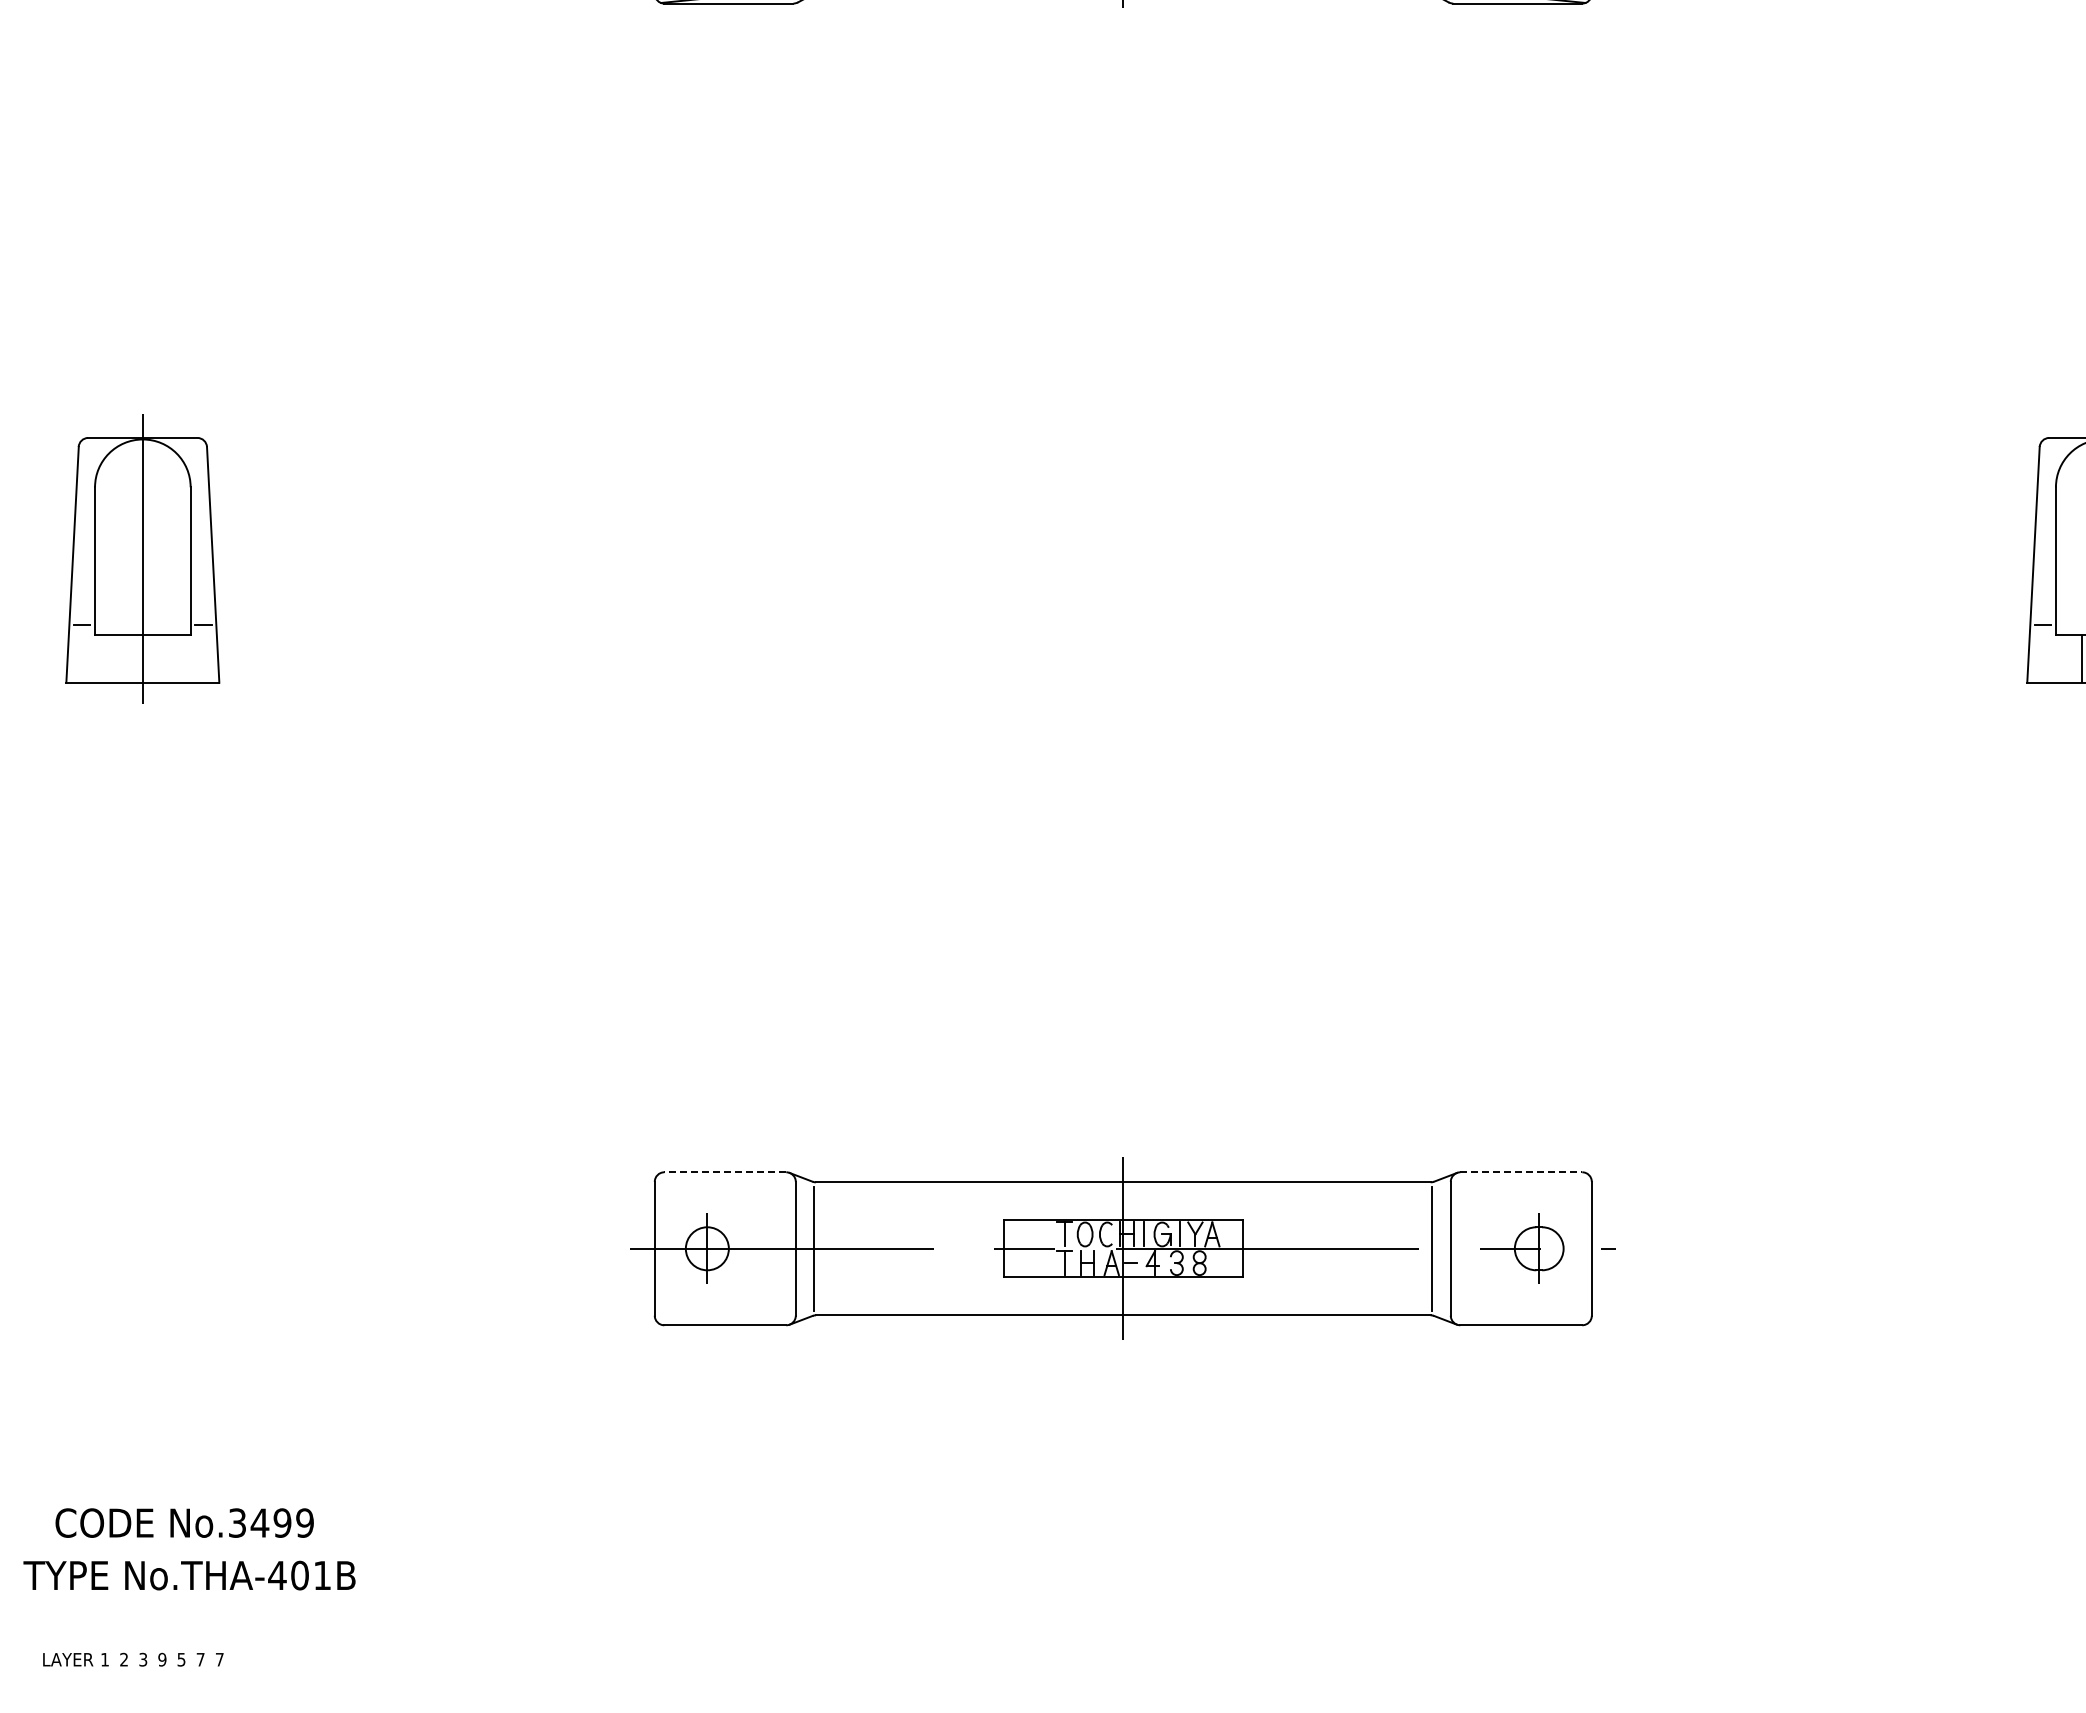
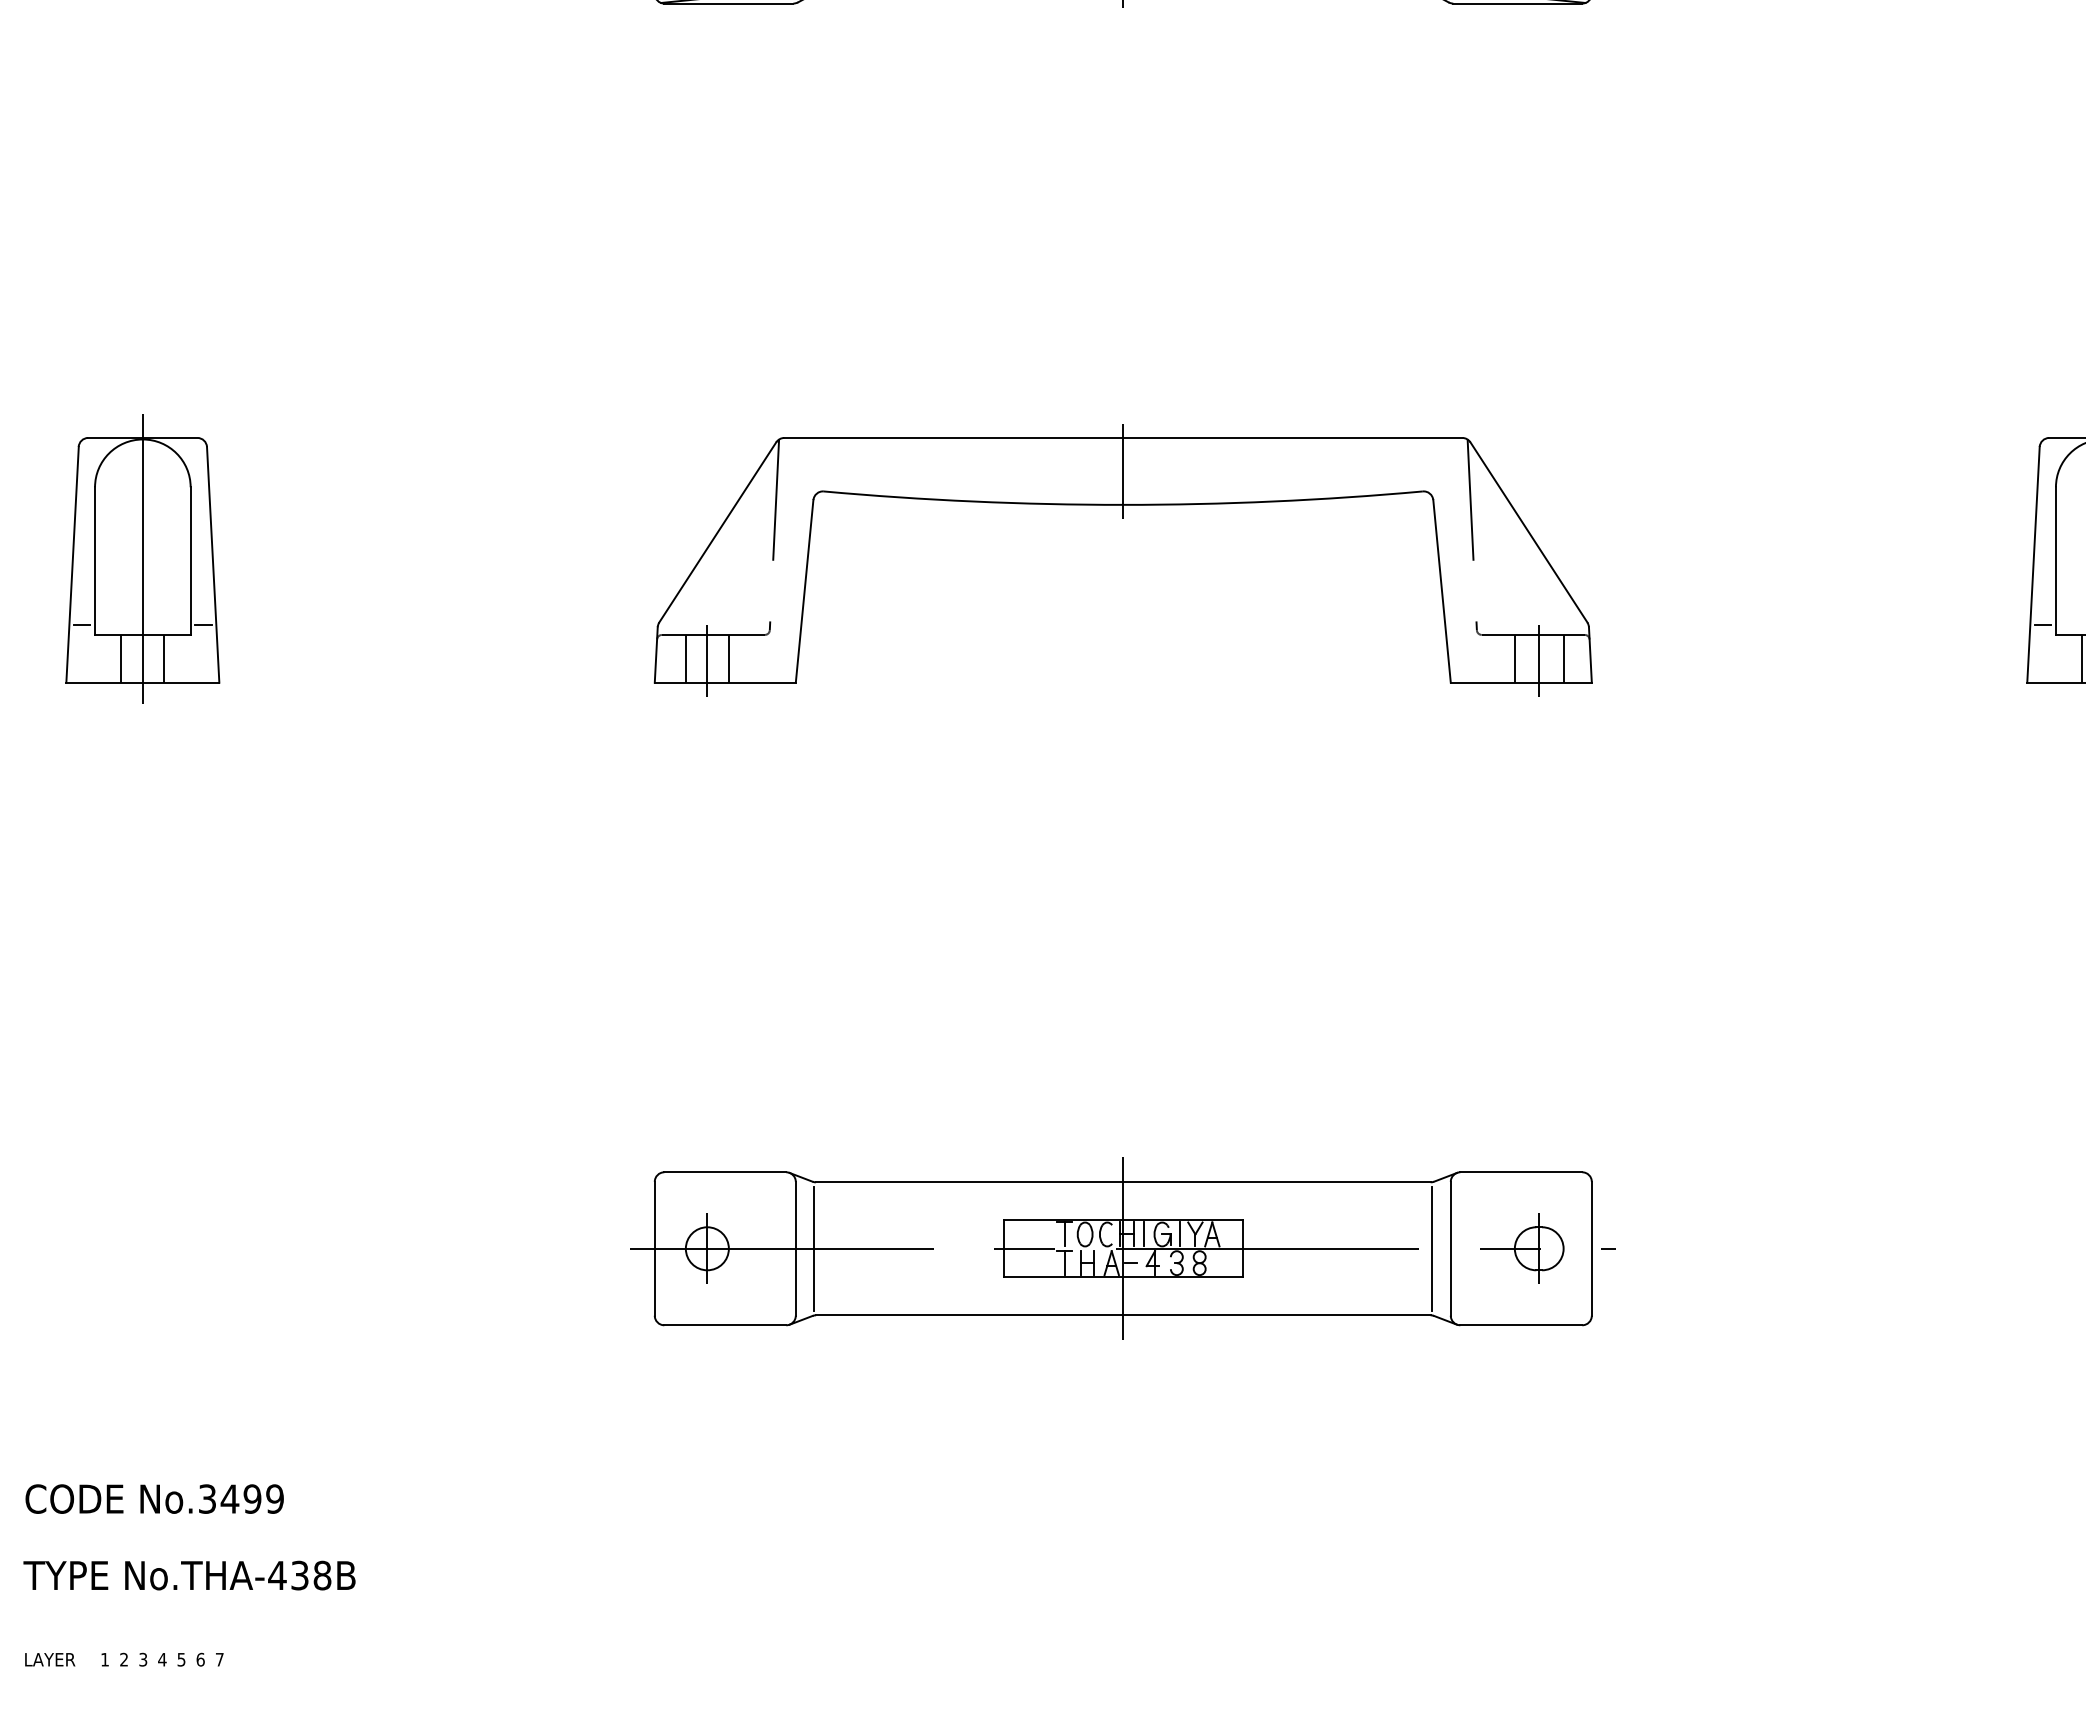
part at (1122, 518): none -> present
line at (121, 658): none -> present
line at (164, 658): none -> present
line at (725, 1172): dashed -> solid
line at (1521, 1172): dashed -> solid
text at (184, 1522) position: (184, 1522) -> (154, 1498)
text at (311, 1575): No.THA-401B -> No.THA-438B
text at (68, 1659) position: (68, 1659) -> (50, 1659)
text at (162, 1659): 9 -> 4
text at (200, 1659): 7 -> 6
